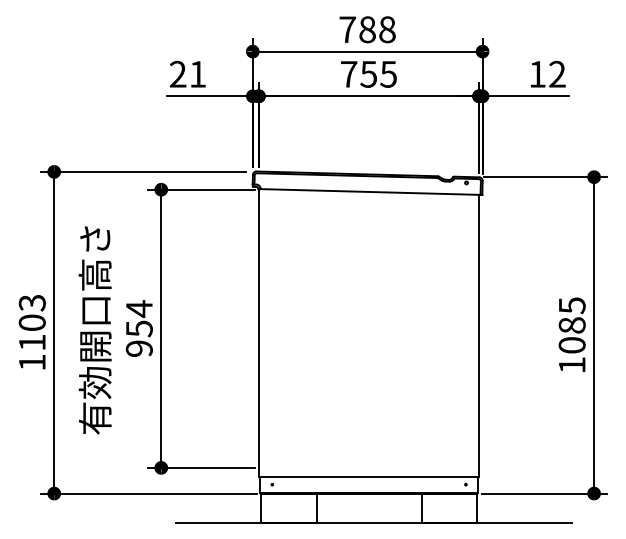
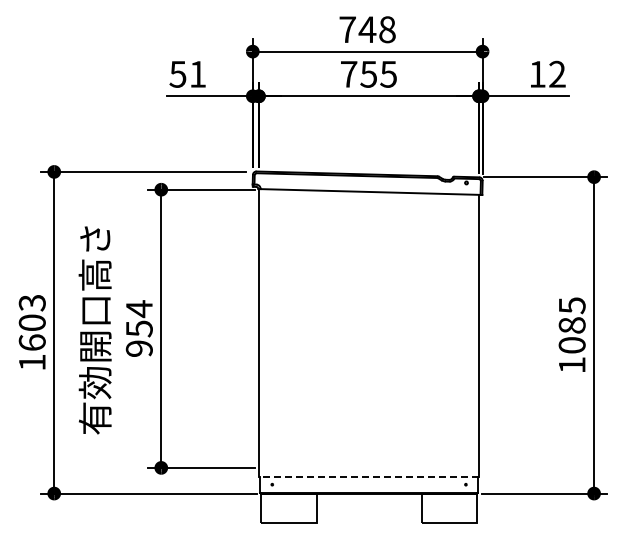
text at (367, 29): 788 -> 748
text at (177, 73): 21 -> 51
text at (31, 342): 1103 -> 1603
line at (368, 476): solid -> dashed
line at (373, 522): present -> none
